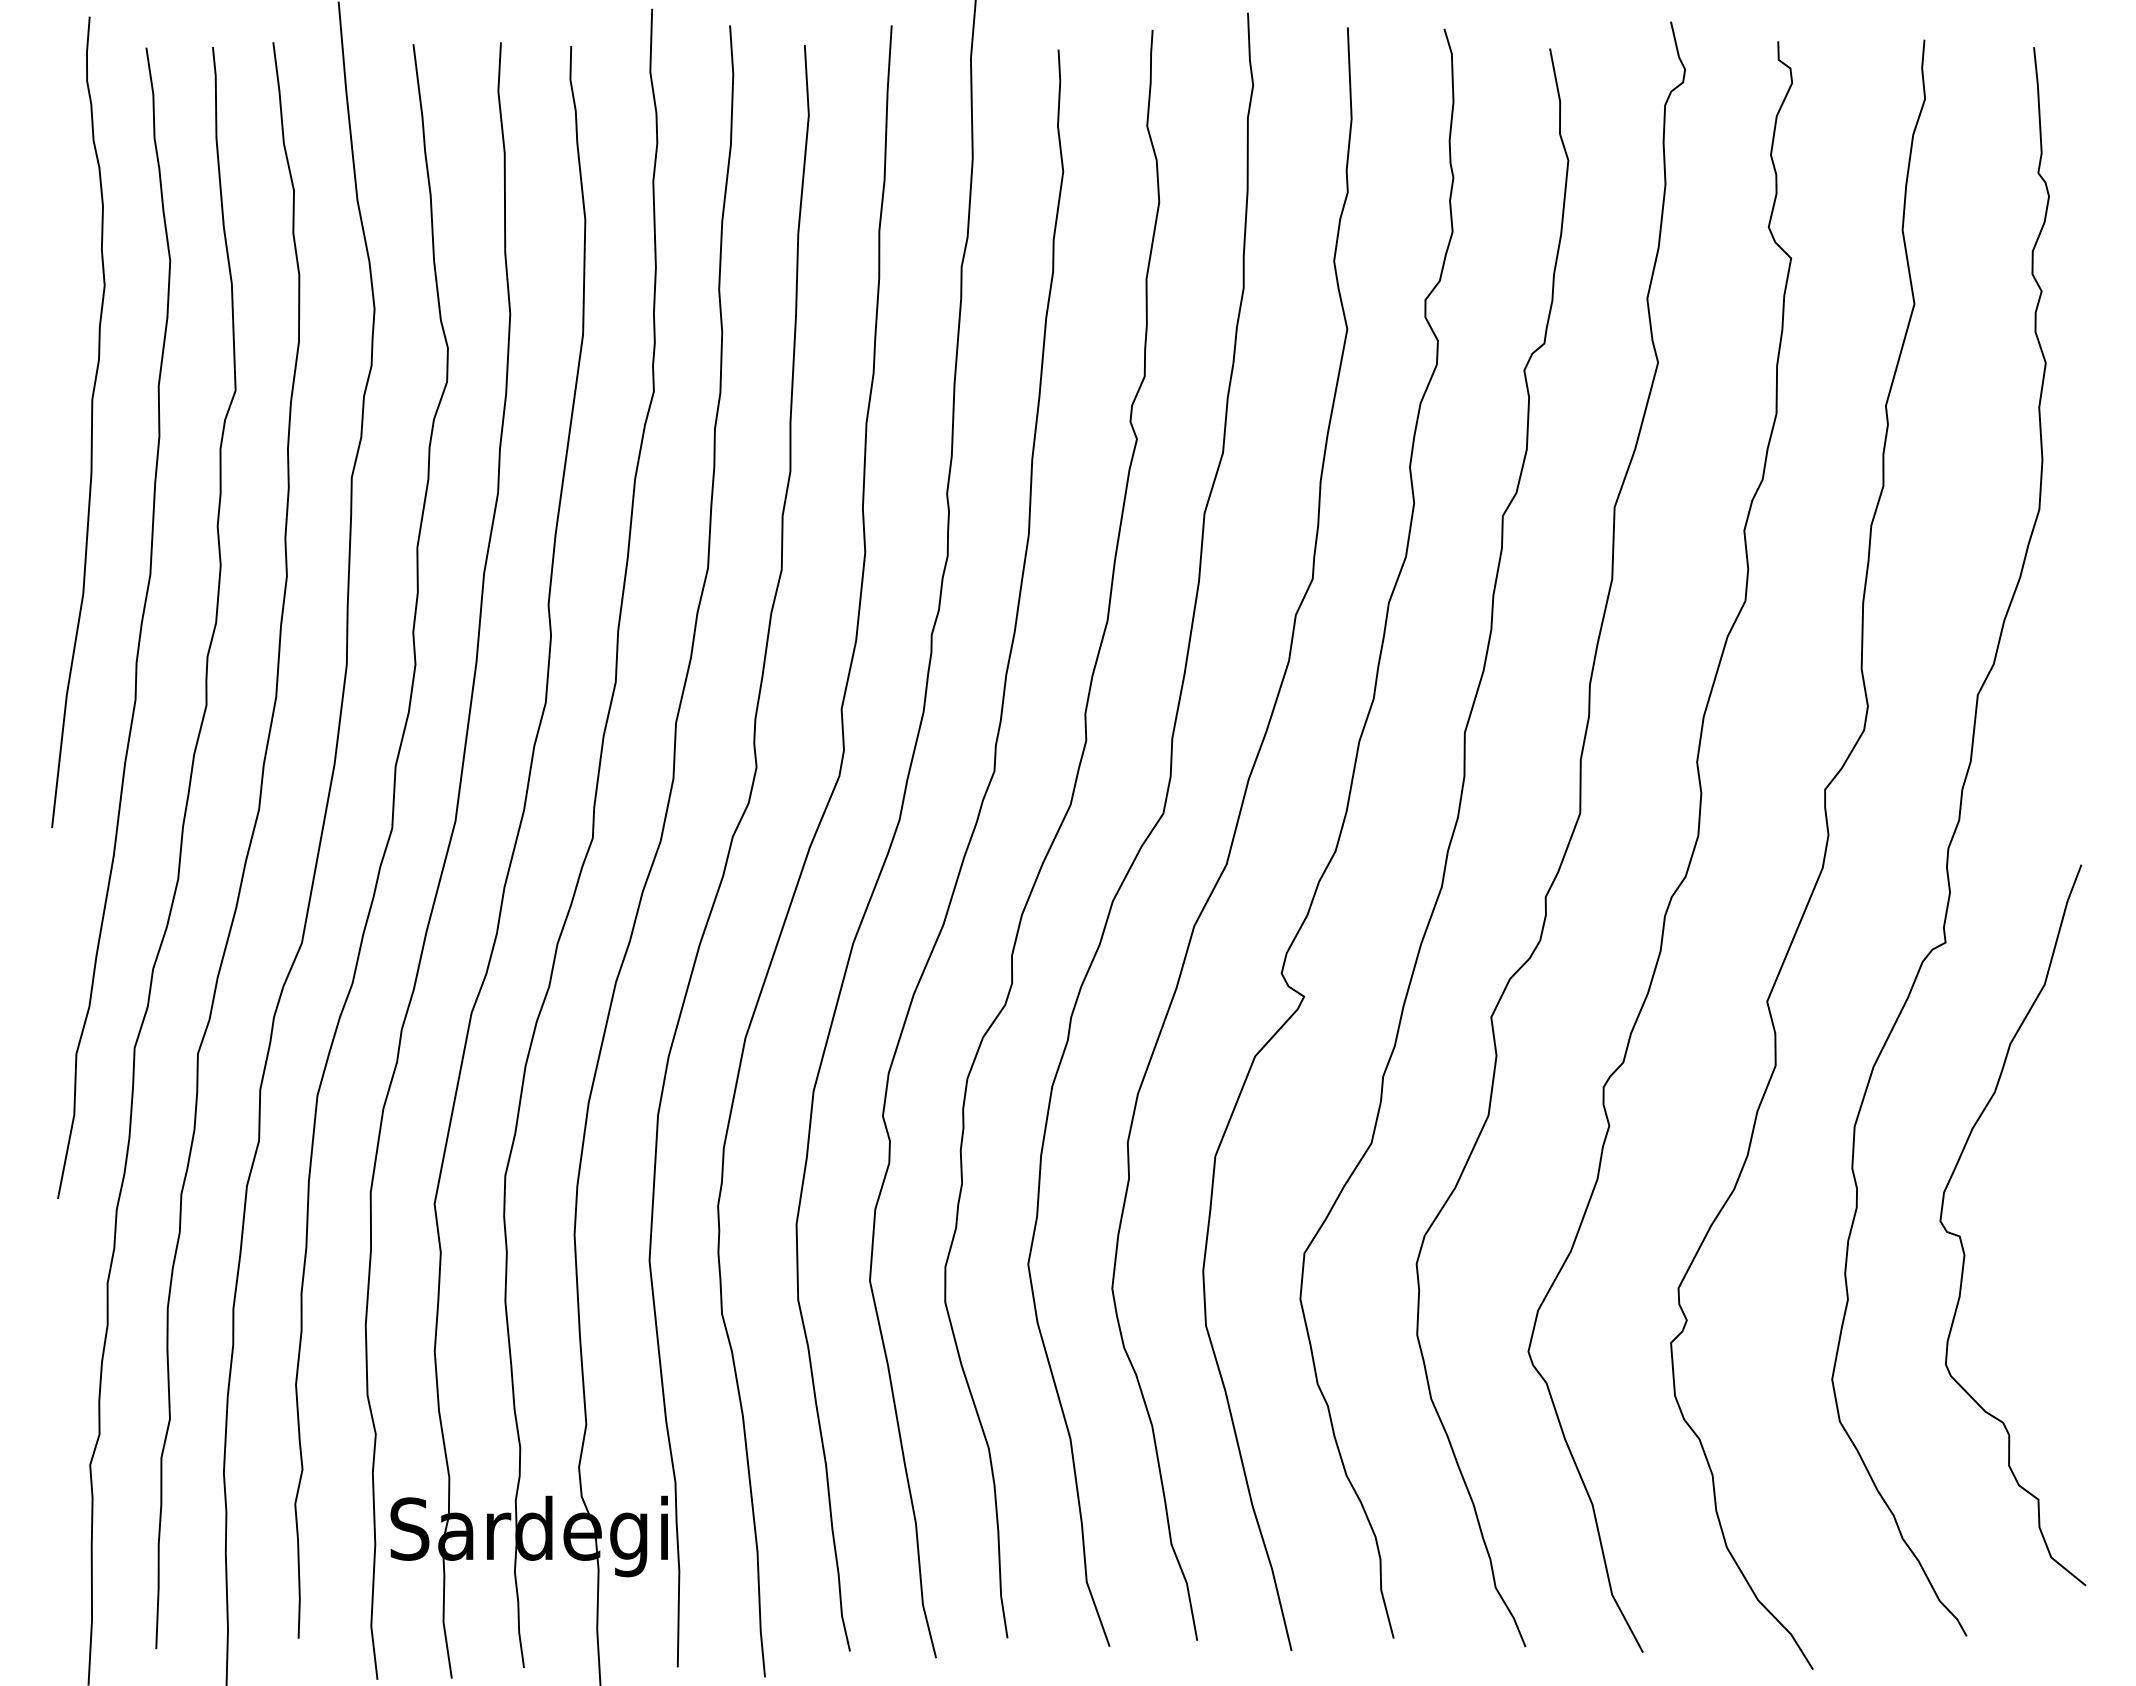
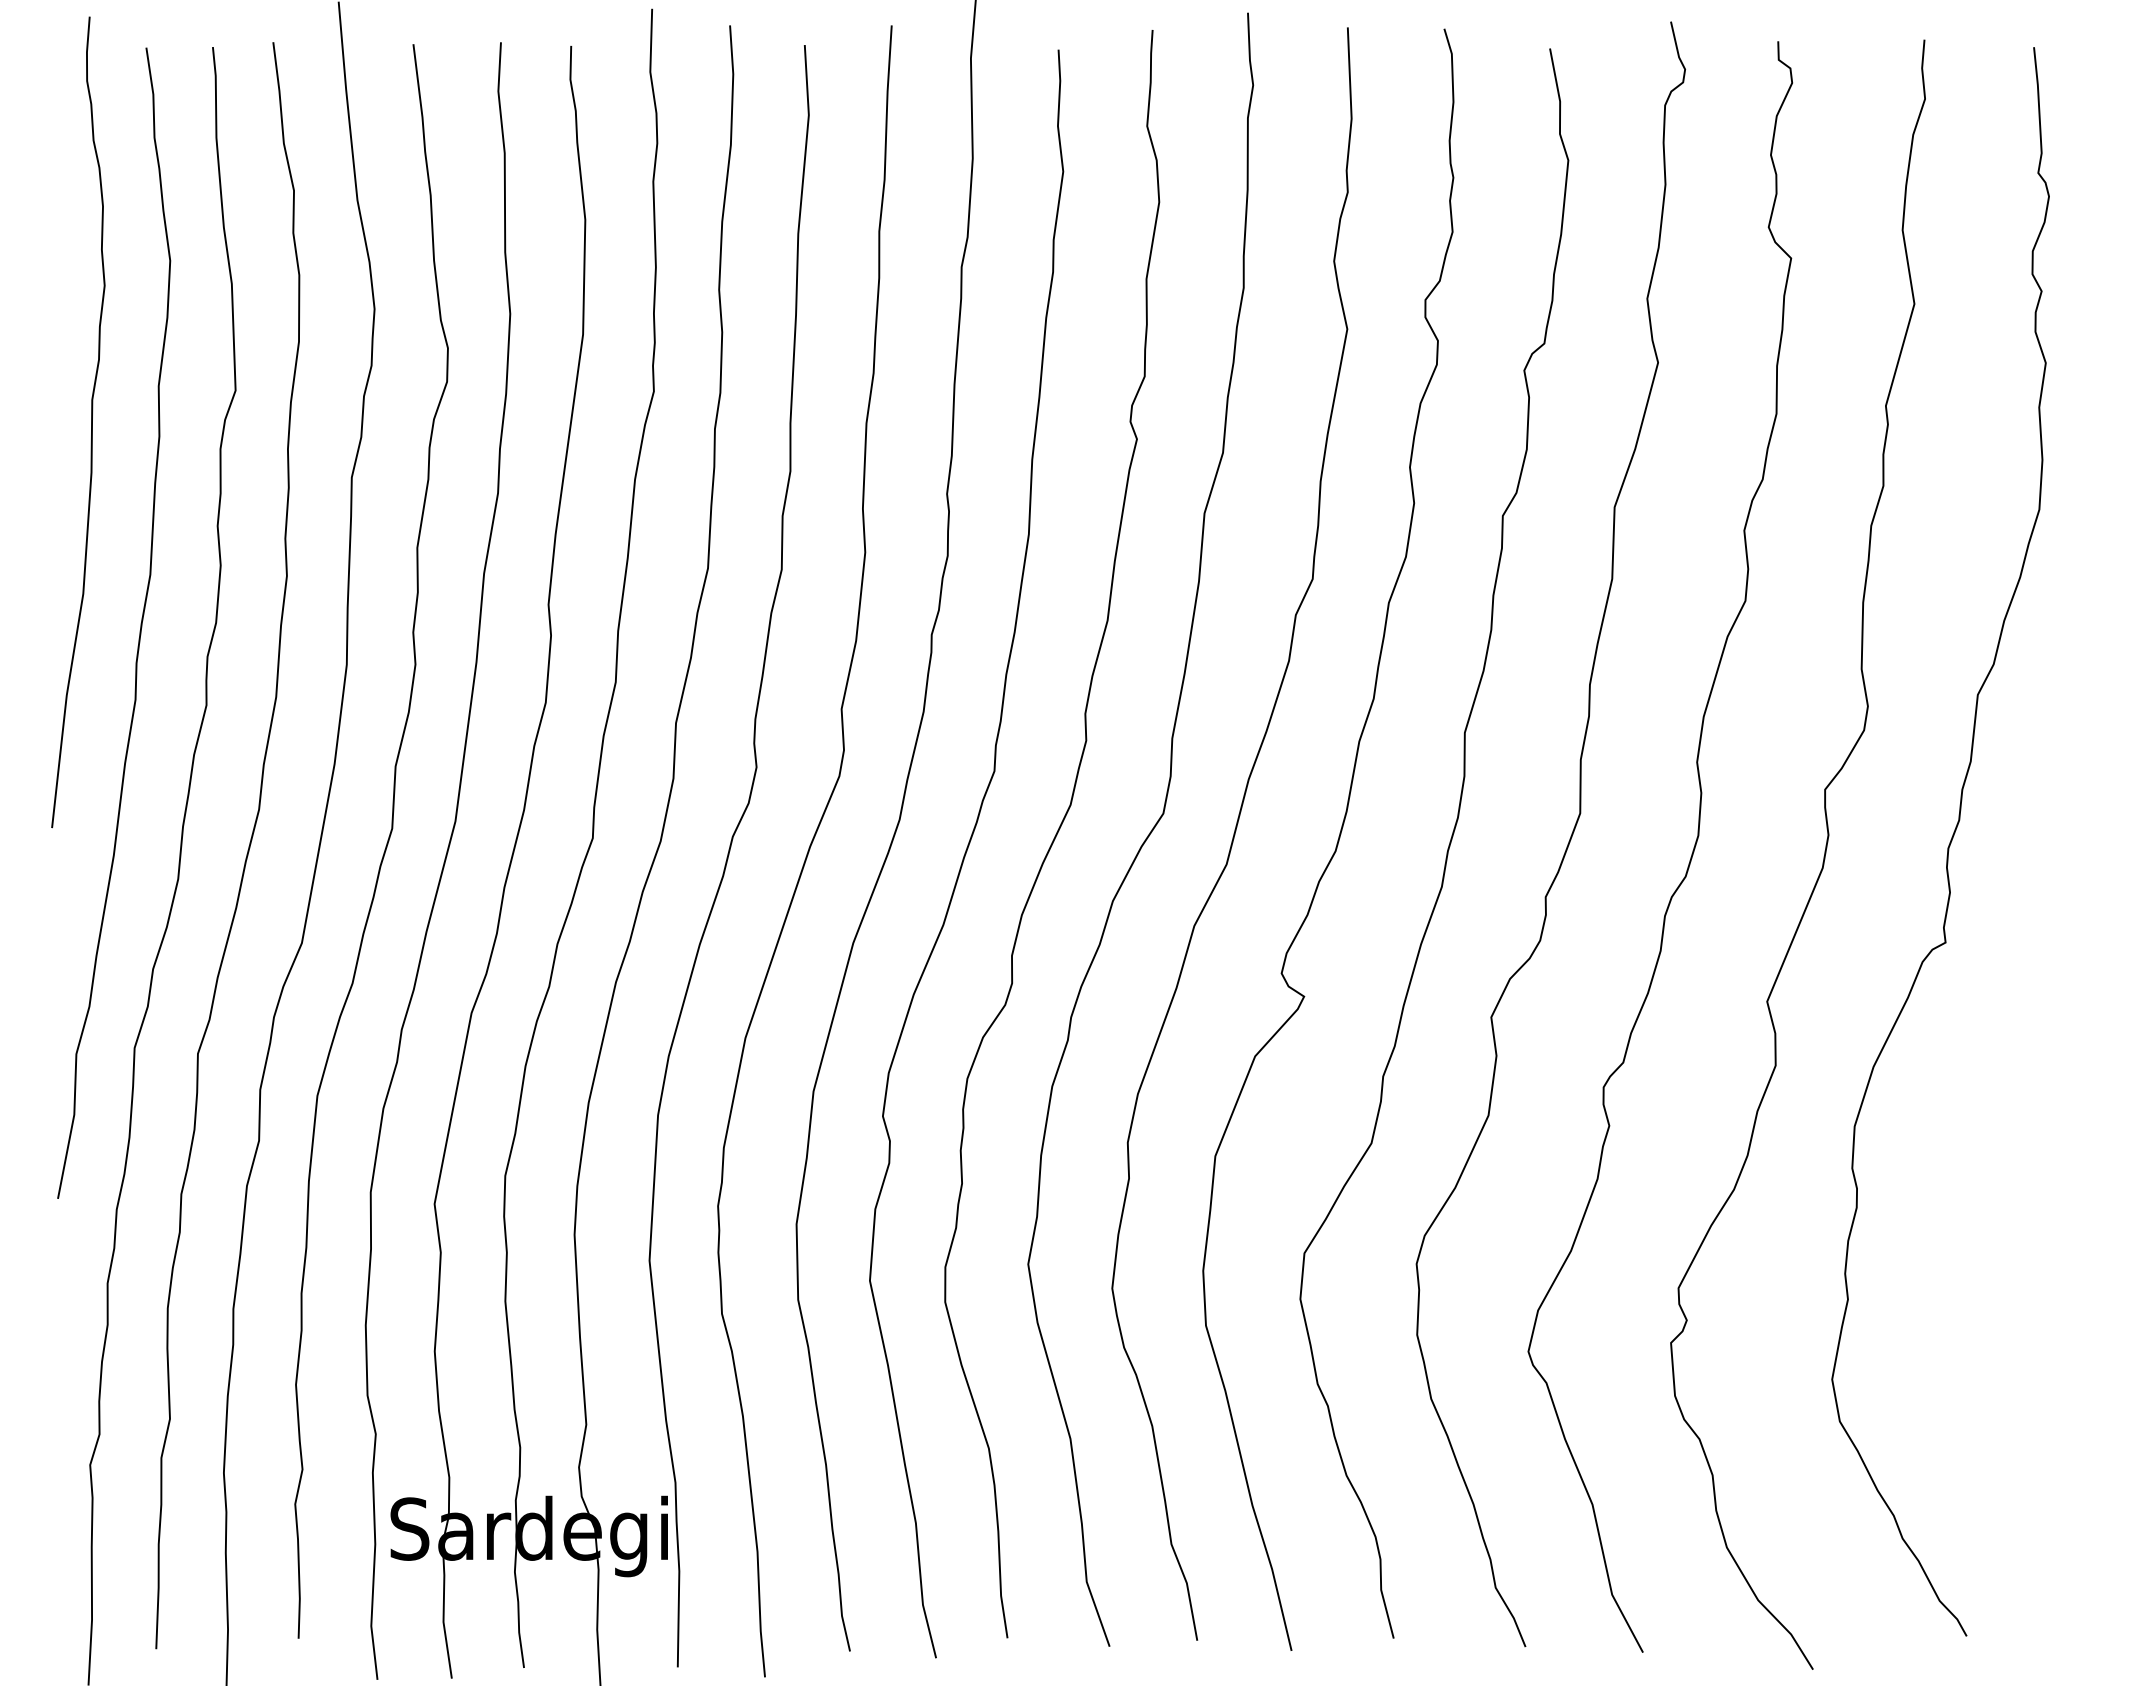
curve at (1961, 1238): present -> none
